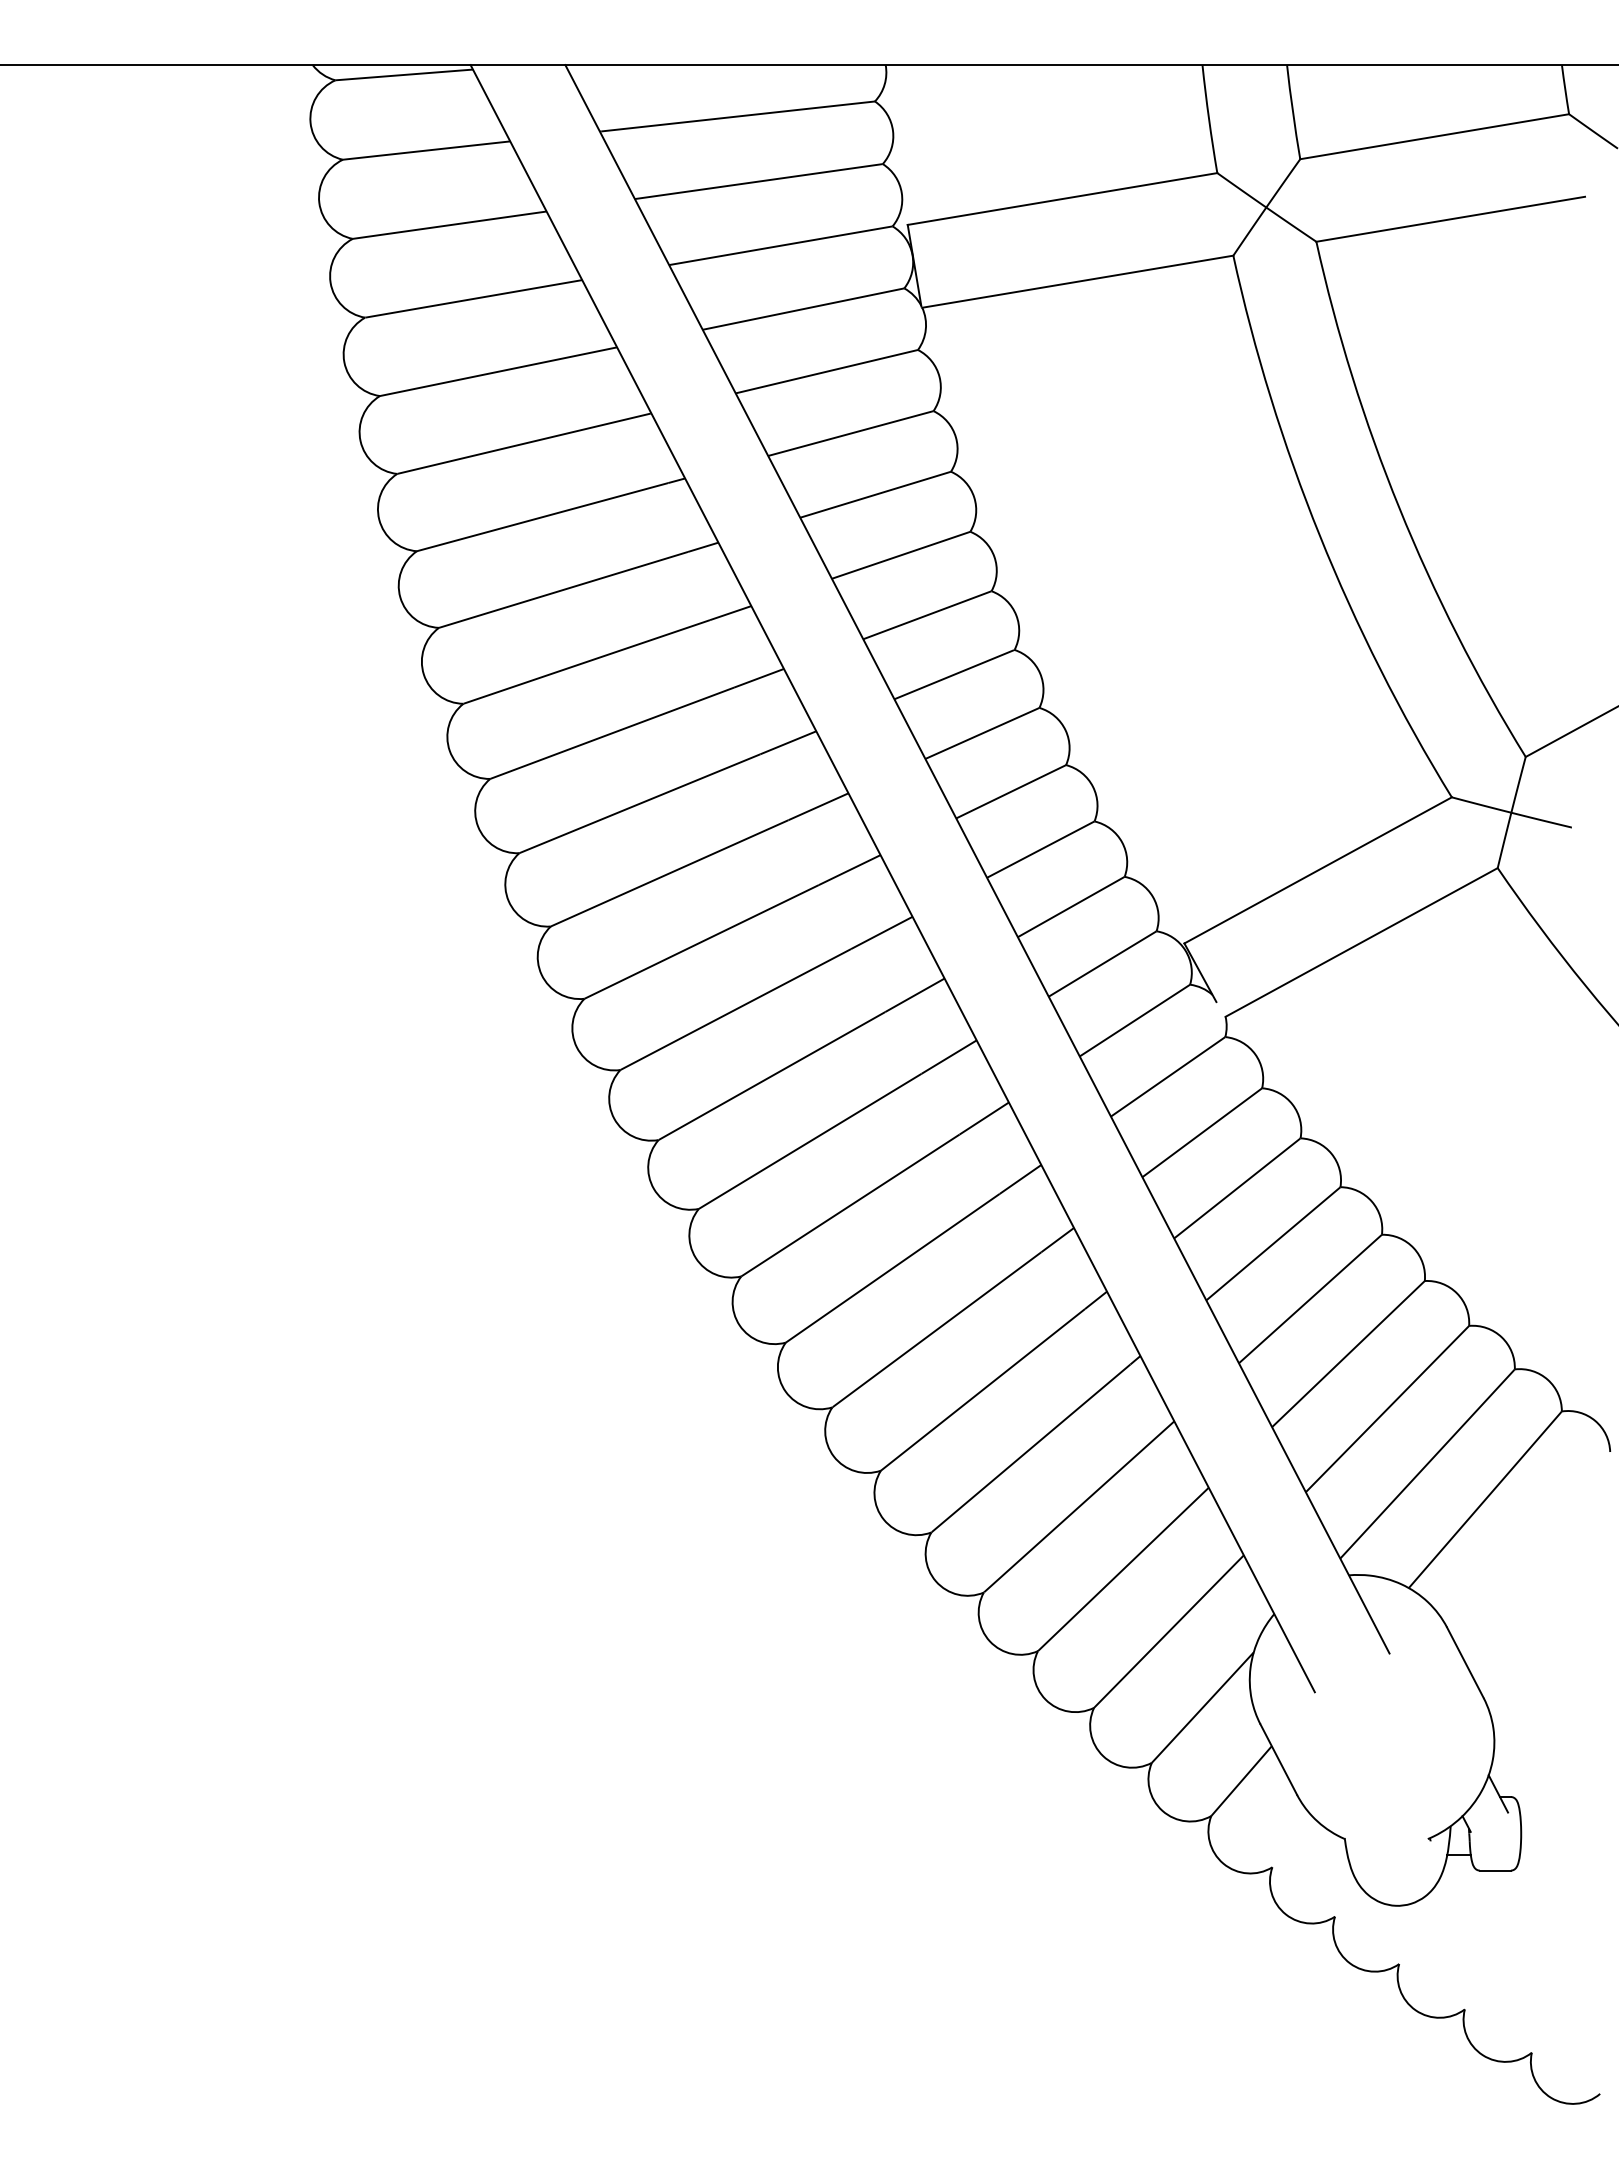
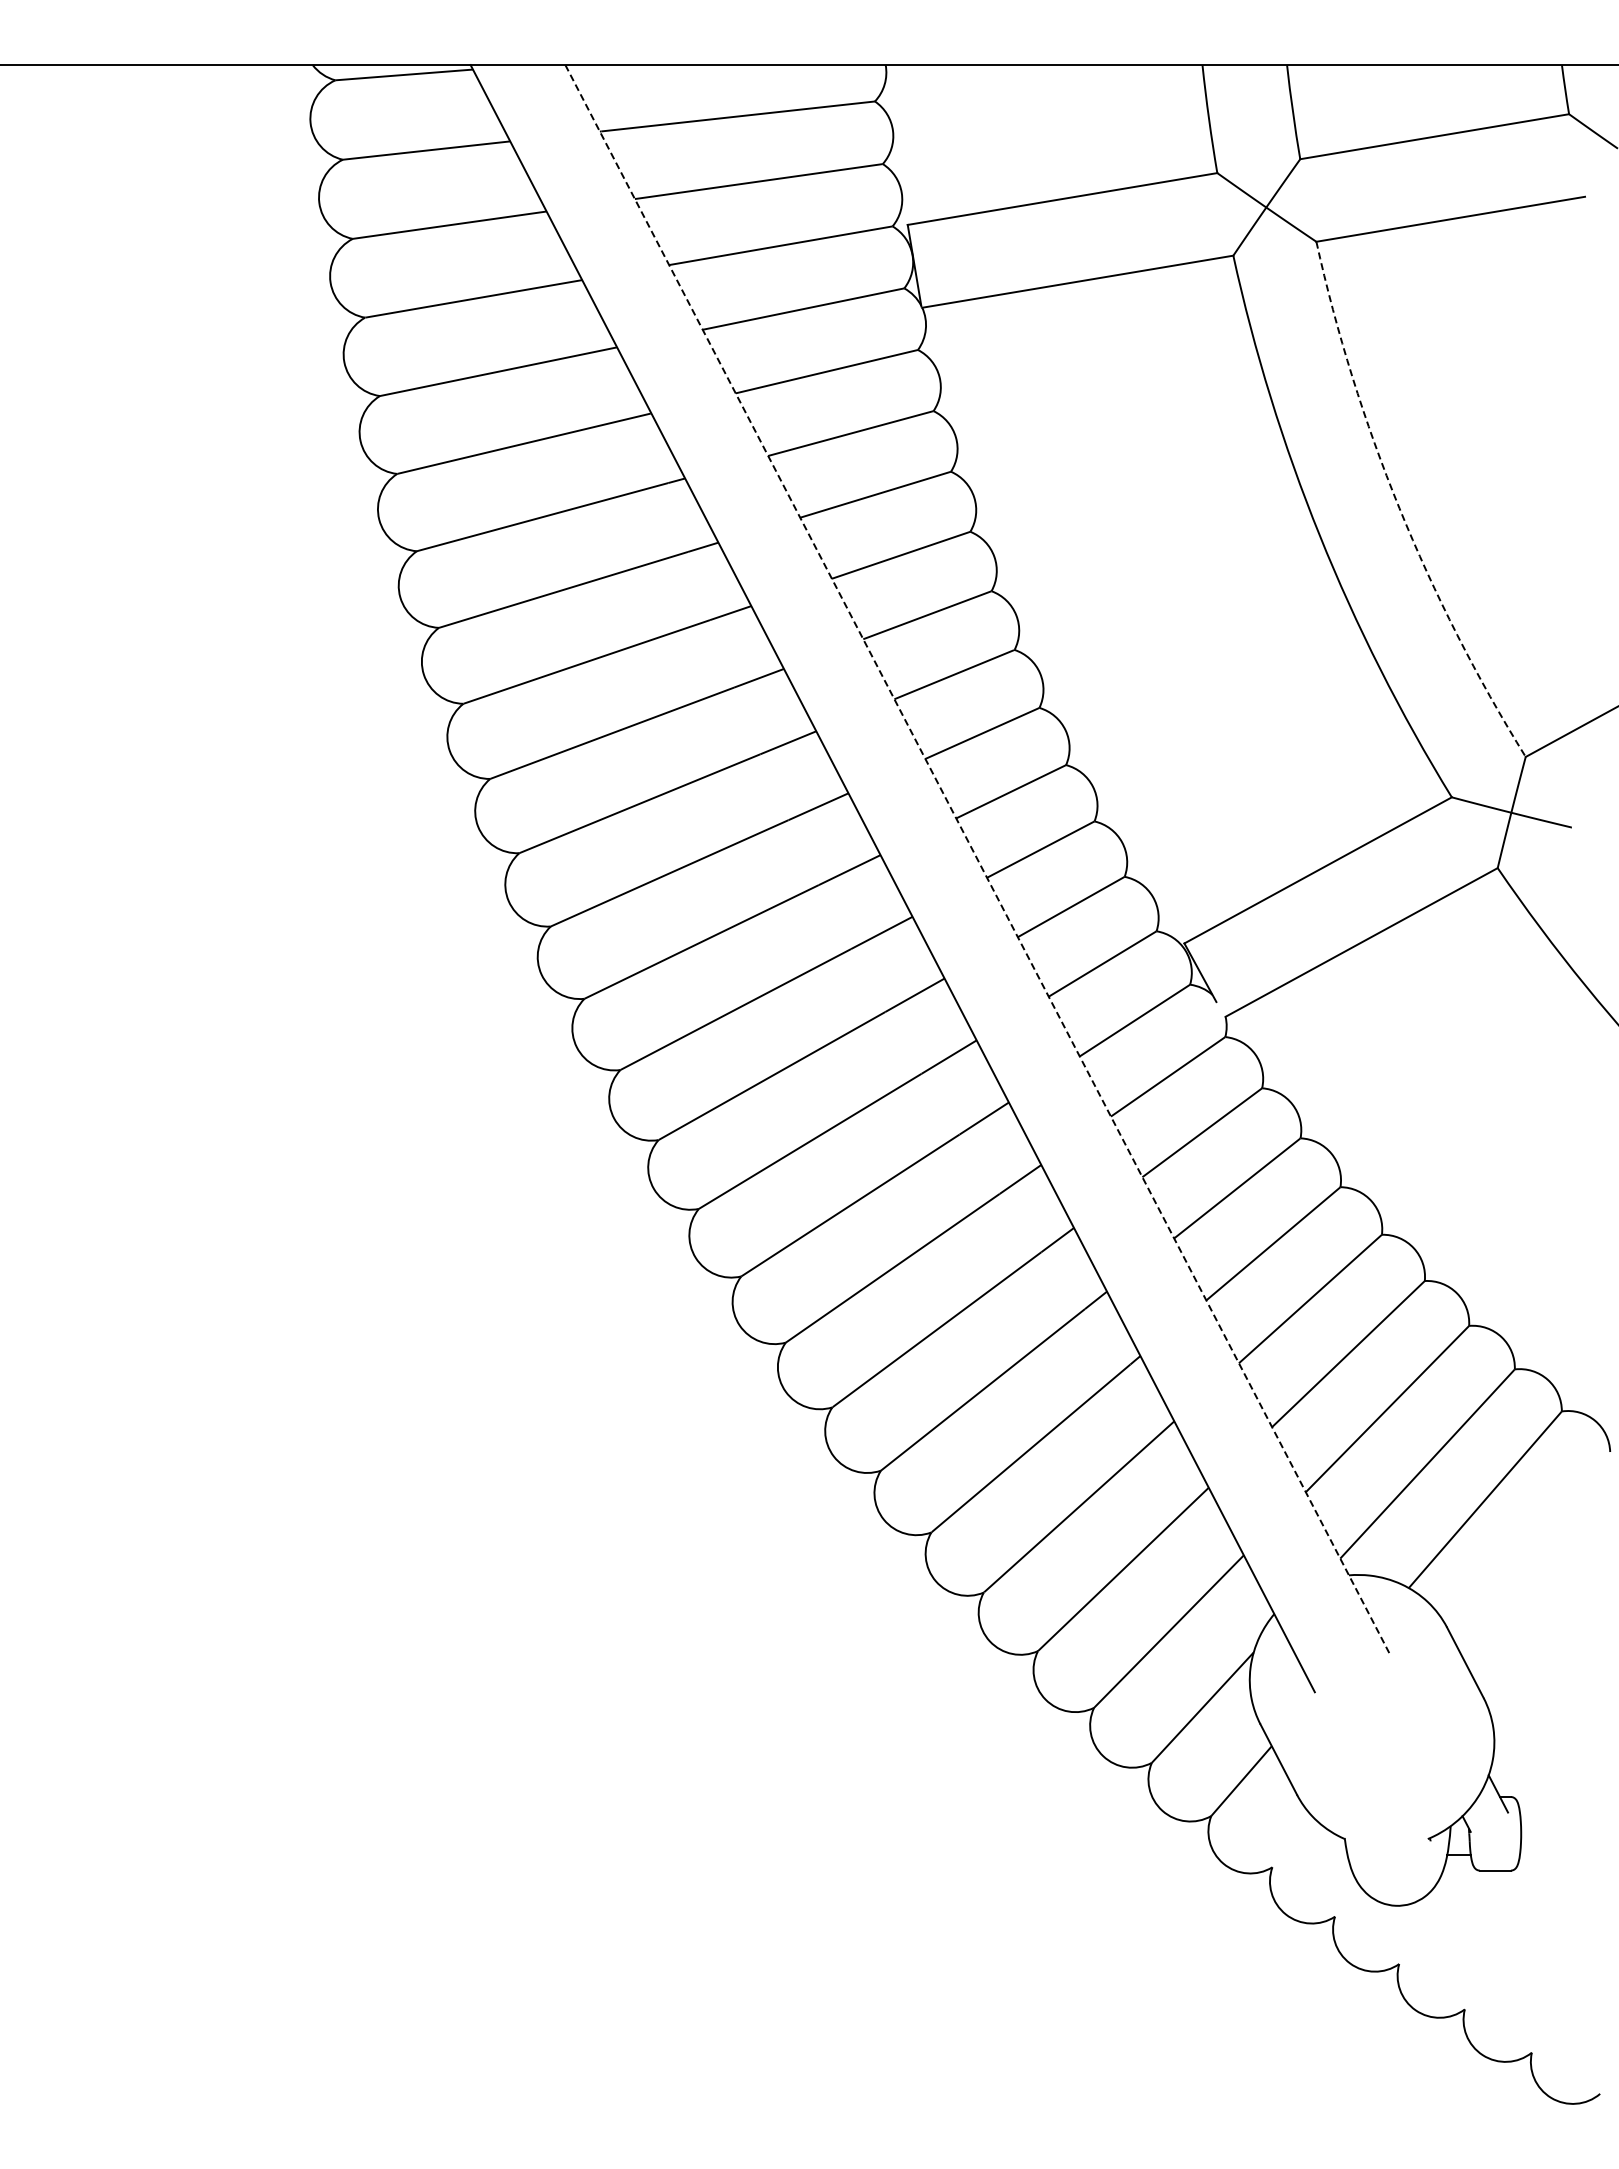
arc at (1399, 508): solid -> dashed
line at (977, 859): solid -> dashed
